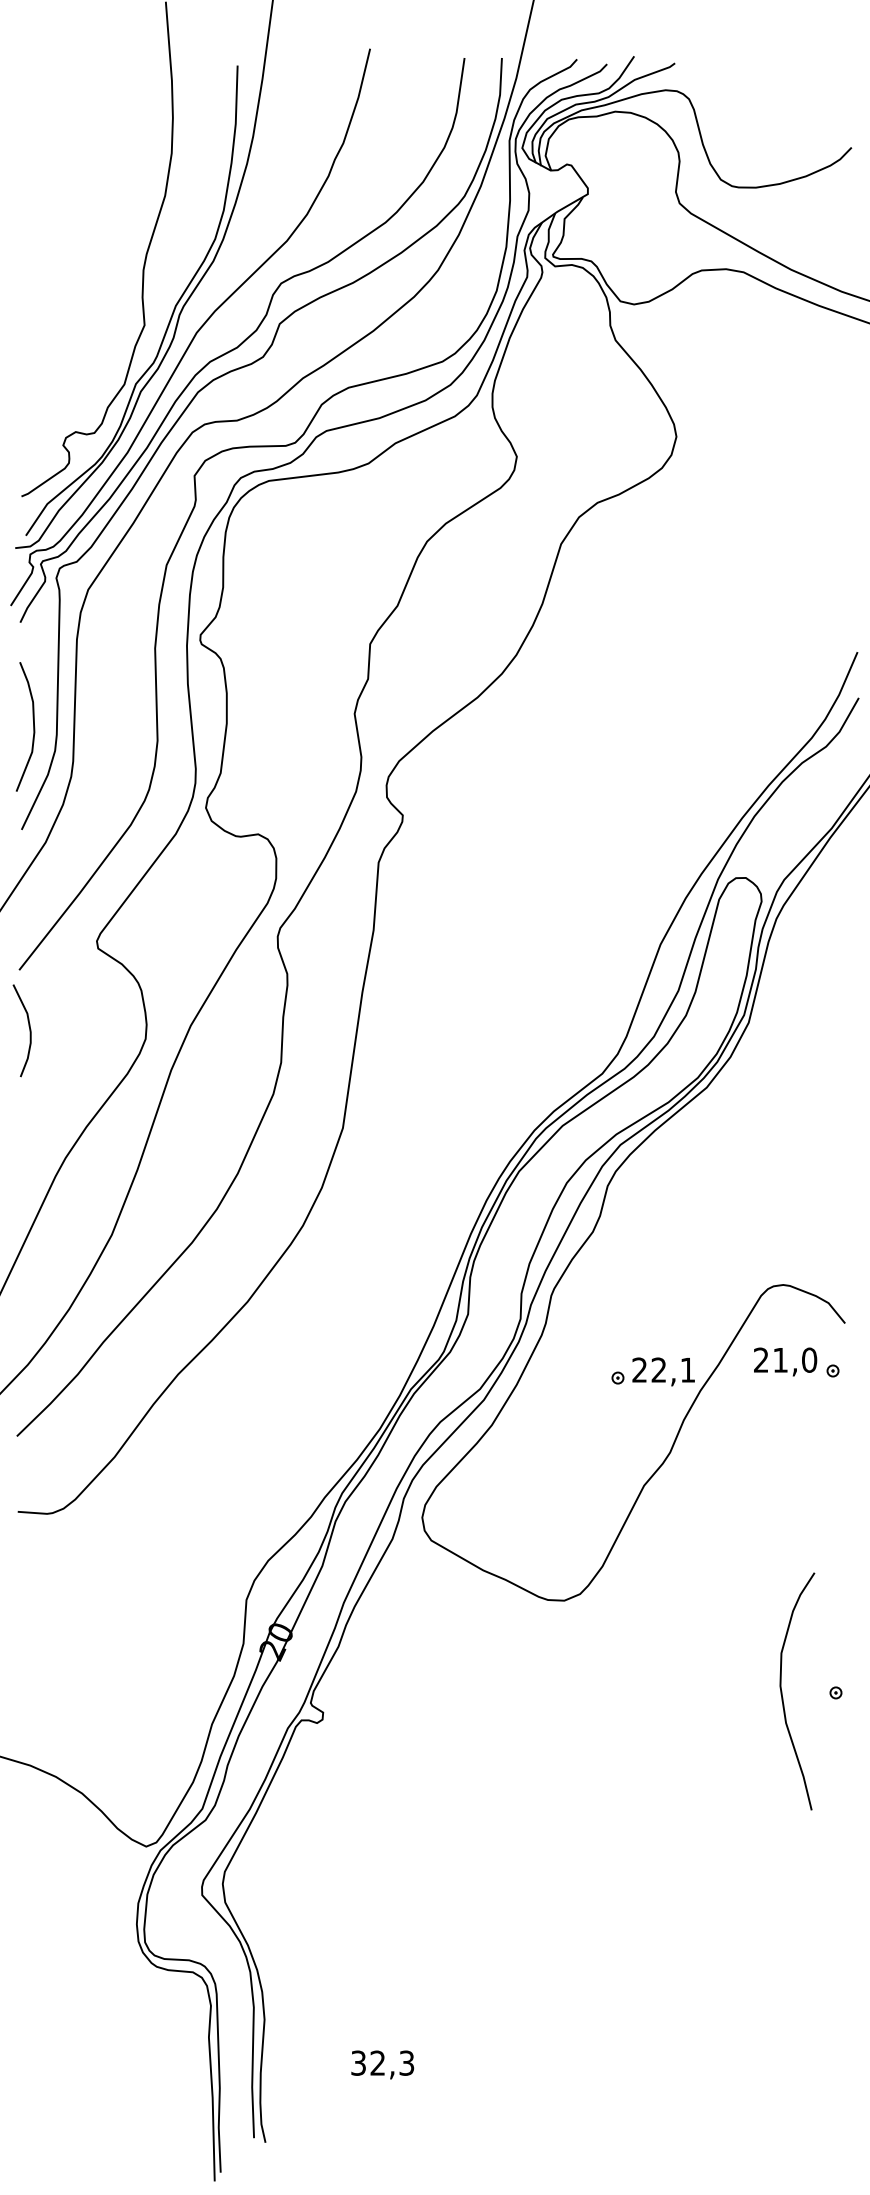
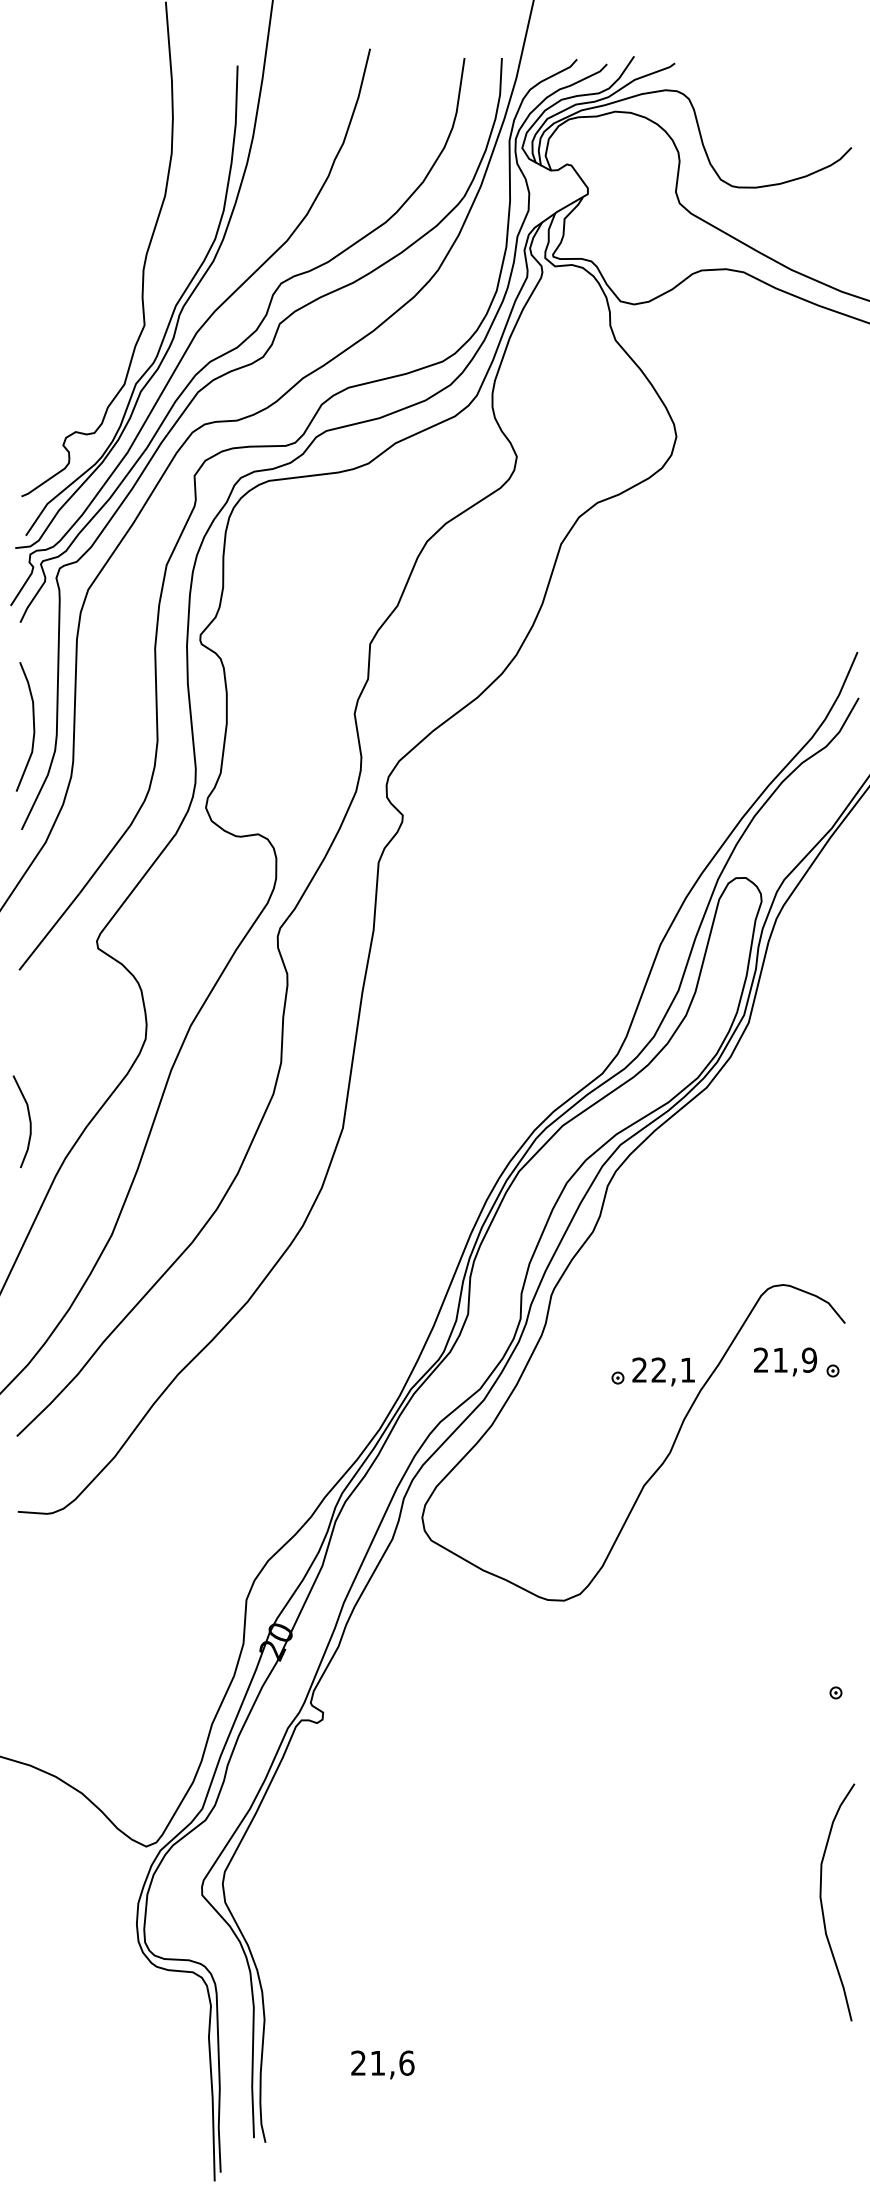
curve at (29, 1030) position: (29, 1030) -> (29, 1121)
text at (809, 1359): 21,0 -> 21,9
curve at (782, 1691) position: (782, 1691) -> (822, 1902)
text at (382, 2062): 32,3 -> 21,6
